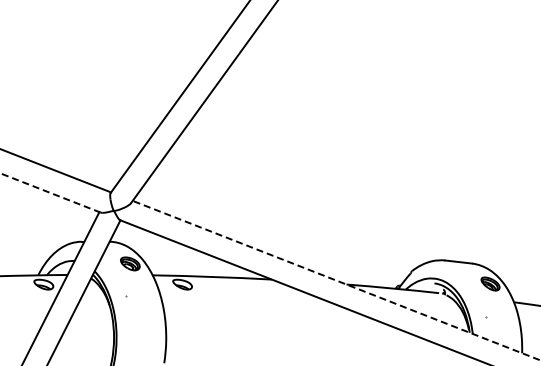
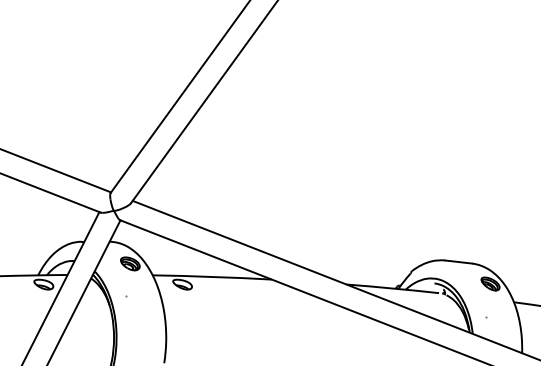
line at (50, 192): dashed -> solid
line at (336, 280): dashed -> solid
